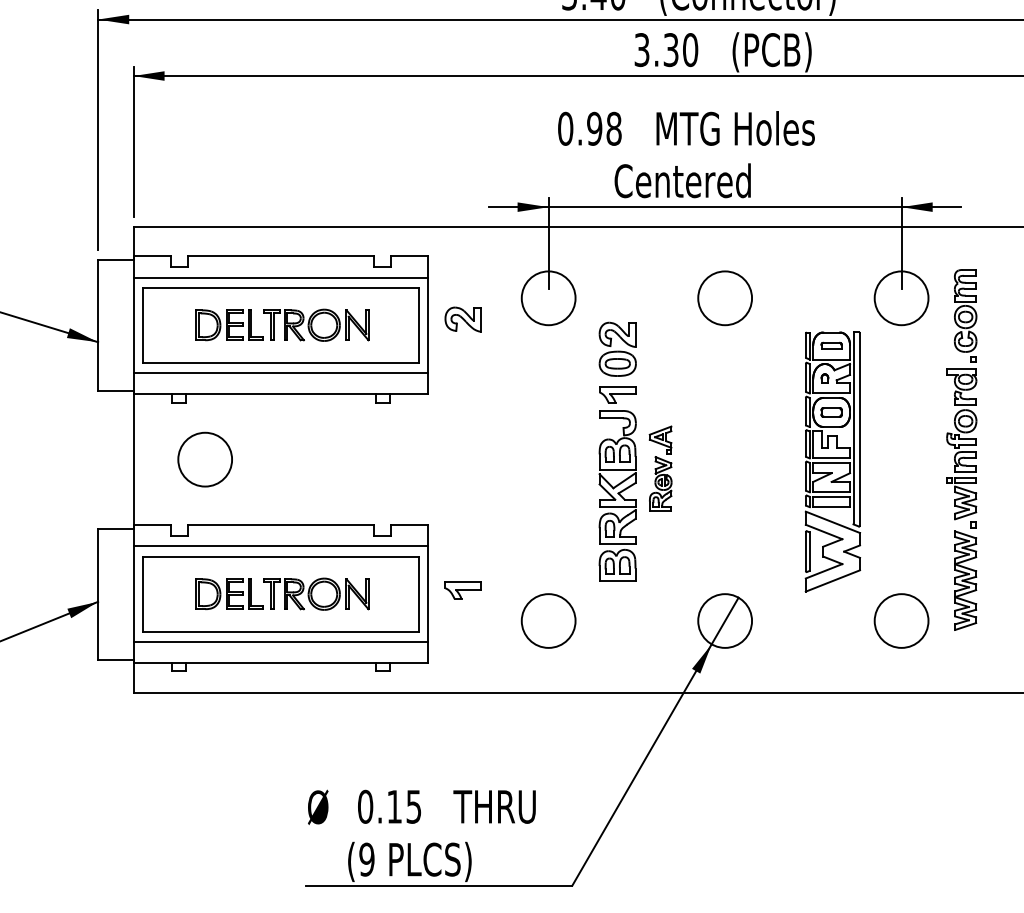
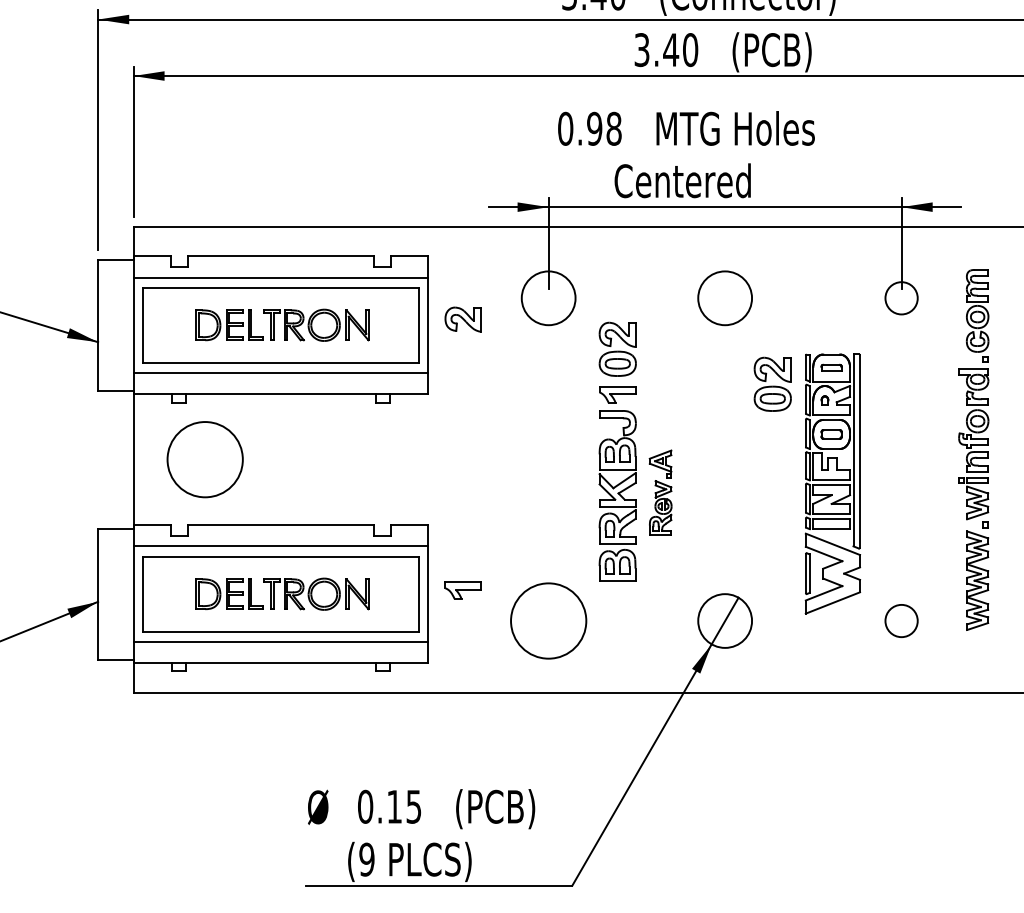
text at (671, 50): 3.30 -> 3.40
circle at (901, 298) diameter: 54 px -> 32 px
part at (772, 383): none -> present
part at (961, 449) position: (961, 449) -> (973, 449)
circle at (205, 459) diameter: 54 px -> 75 px
part at (832, 461) position: (832, 461) -> (832, 483)
part at (660, 468) position: (660, 468) -> (660, 492)
circle at (548, 620) diameter: 54 px -> 75 px
circle at (901, 620) diameter: 54 px -> 32 px
text at (494, 809): THRU -> (PCB)
